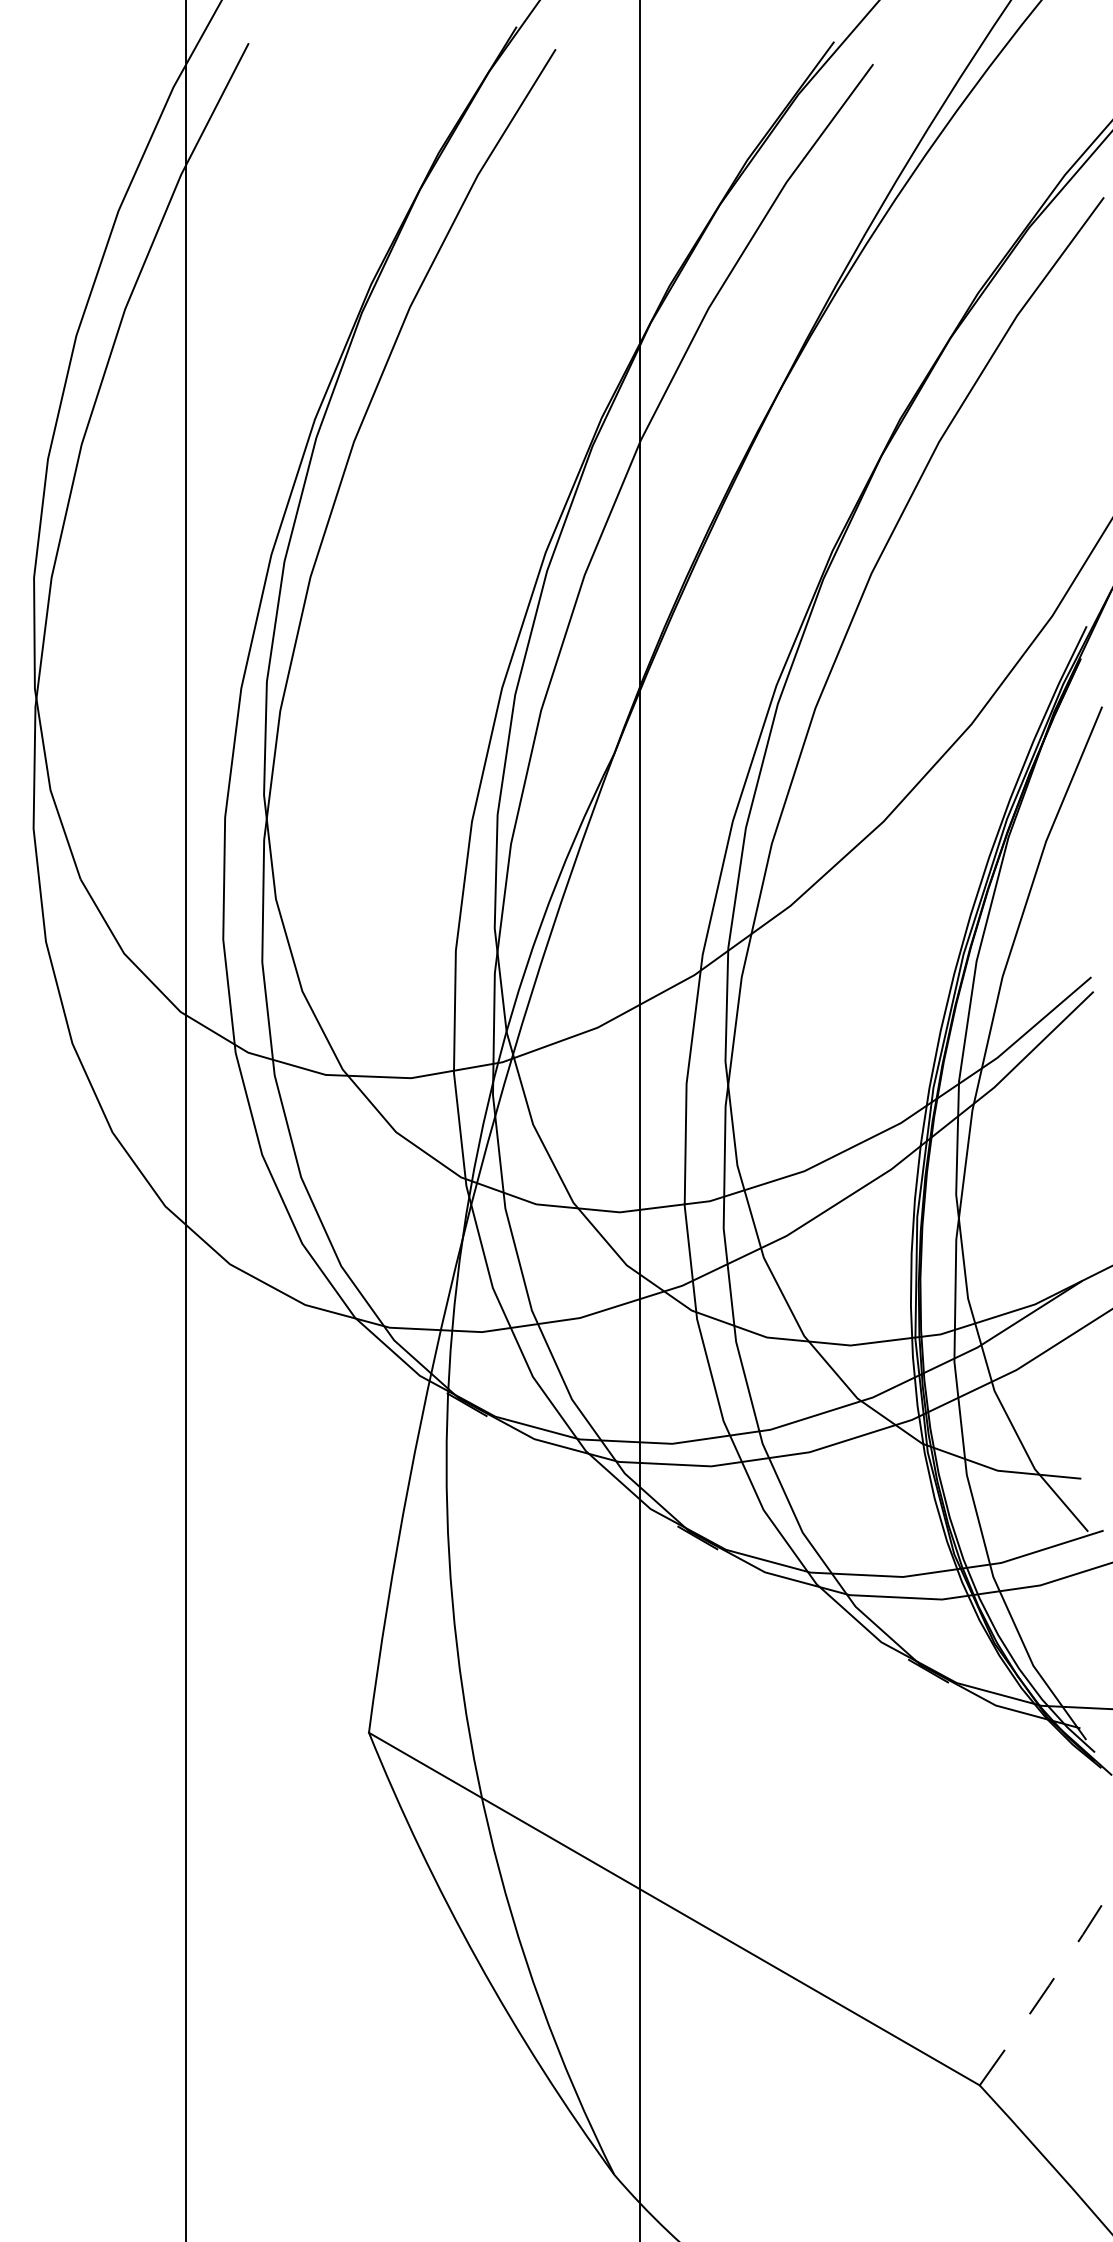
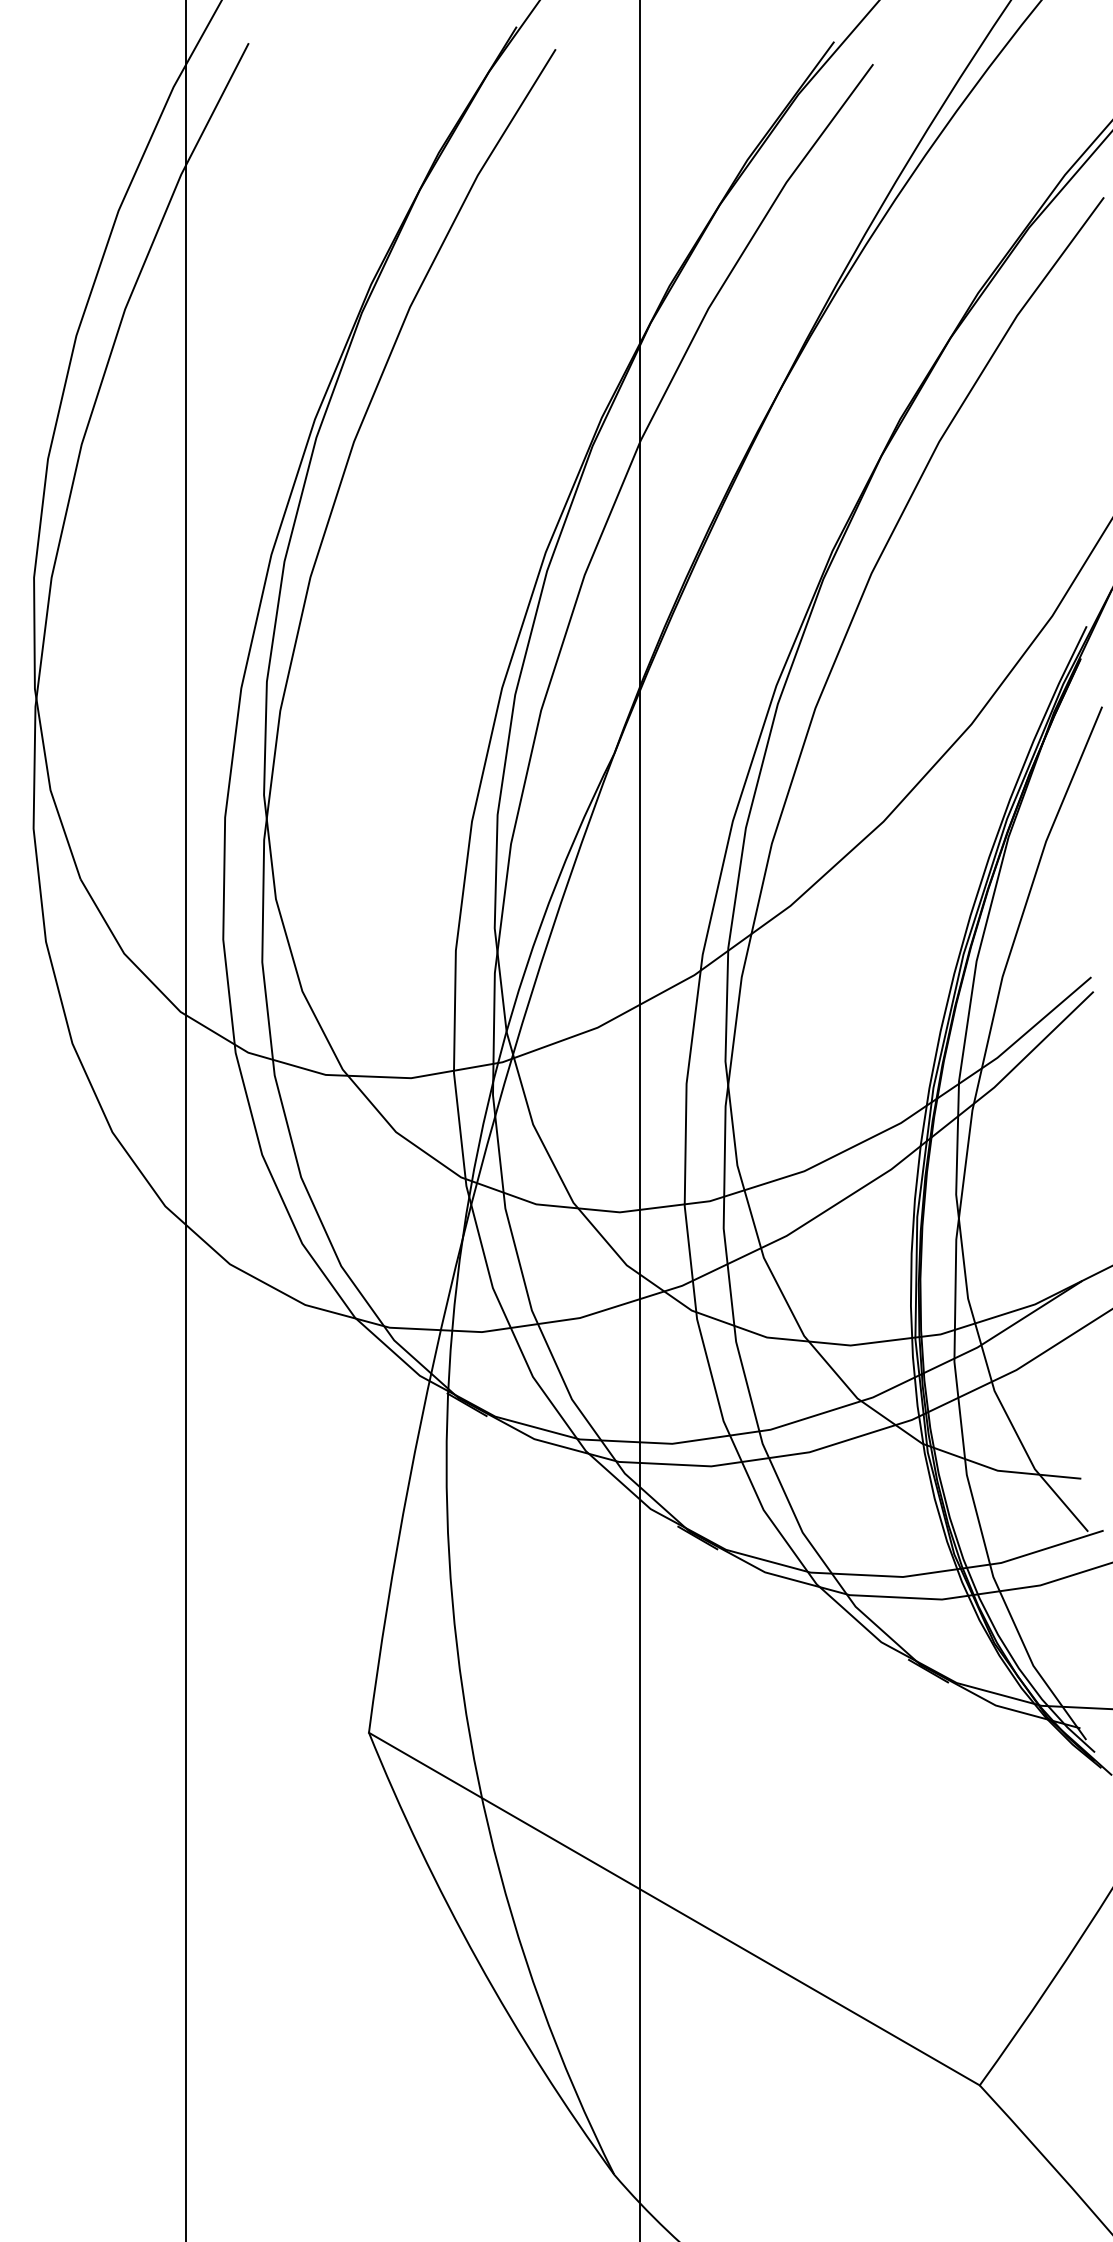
arc at (1048, 1987): dashed -> solid
